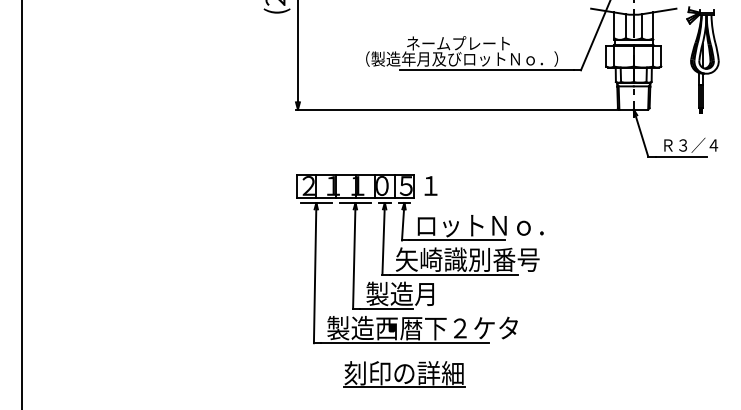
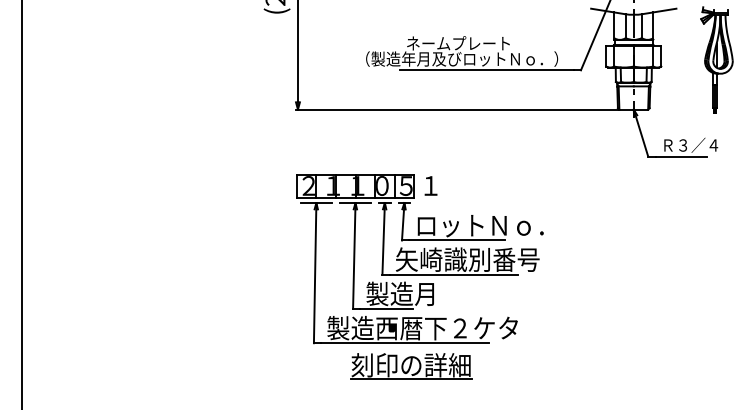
part at (702, 59) position: (702, 59) -> (716, 59)
part at (404, 374) position: (404, 374) -> (411, 366)
